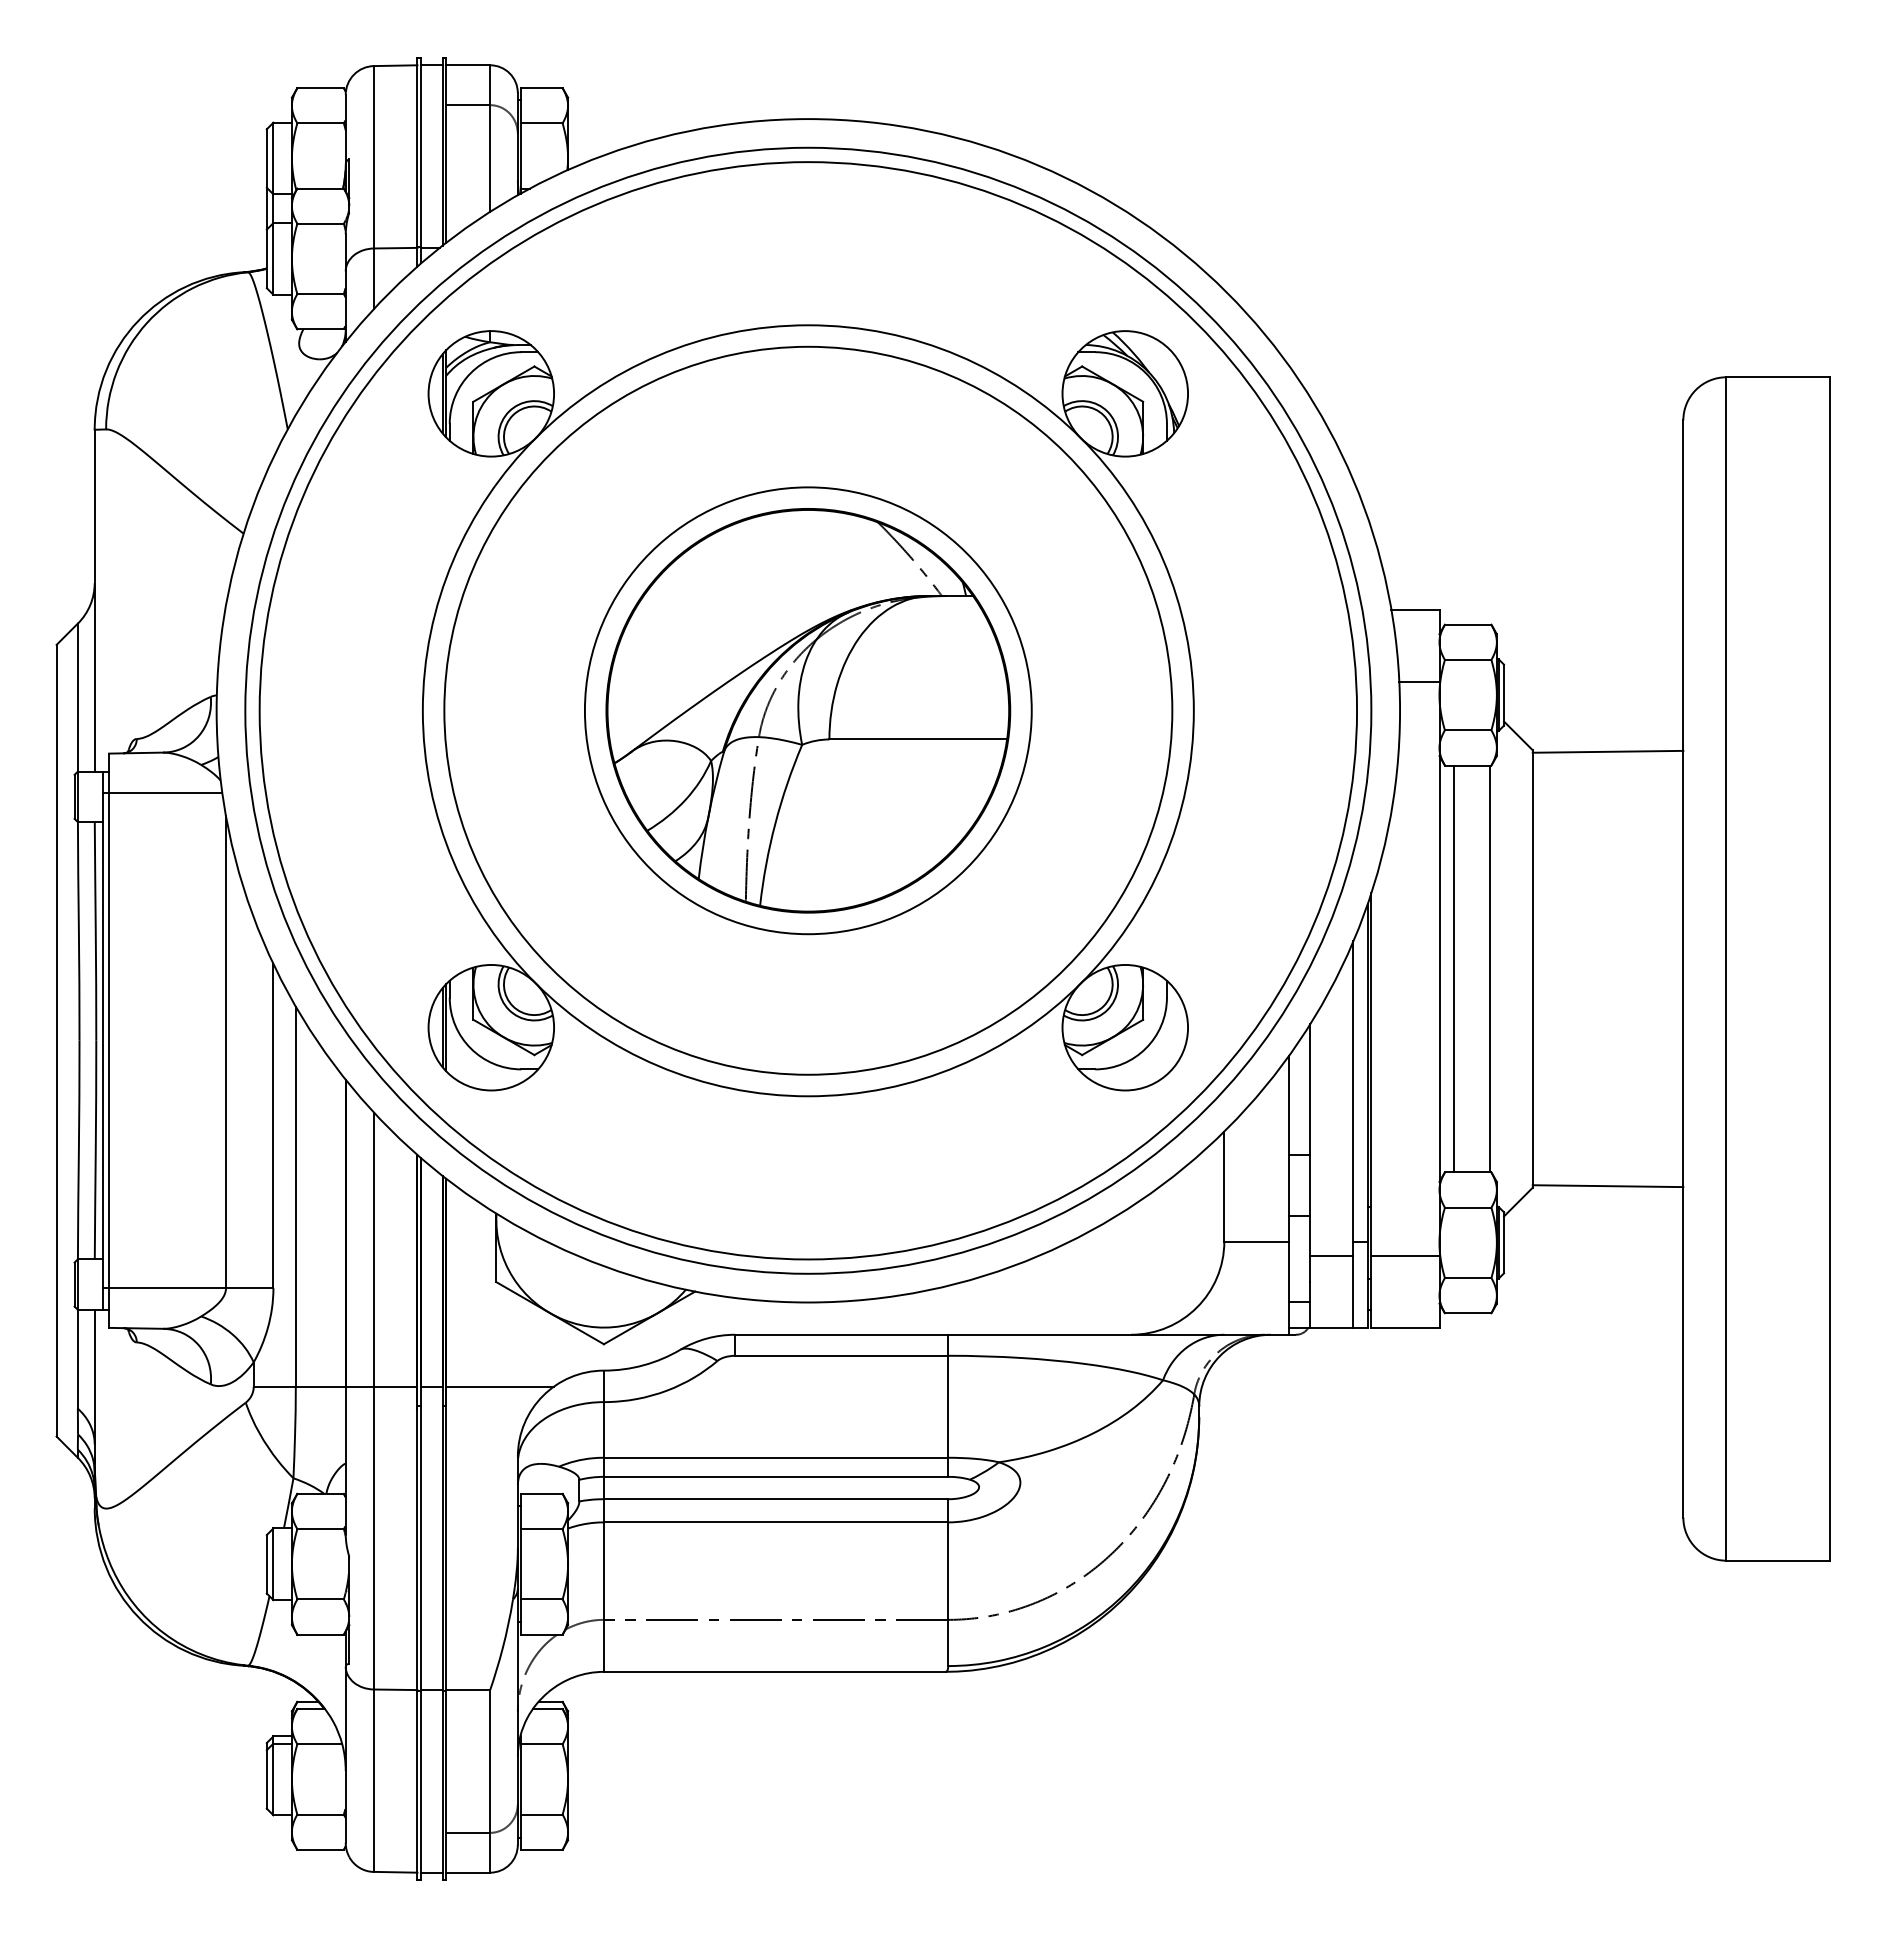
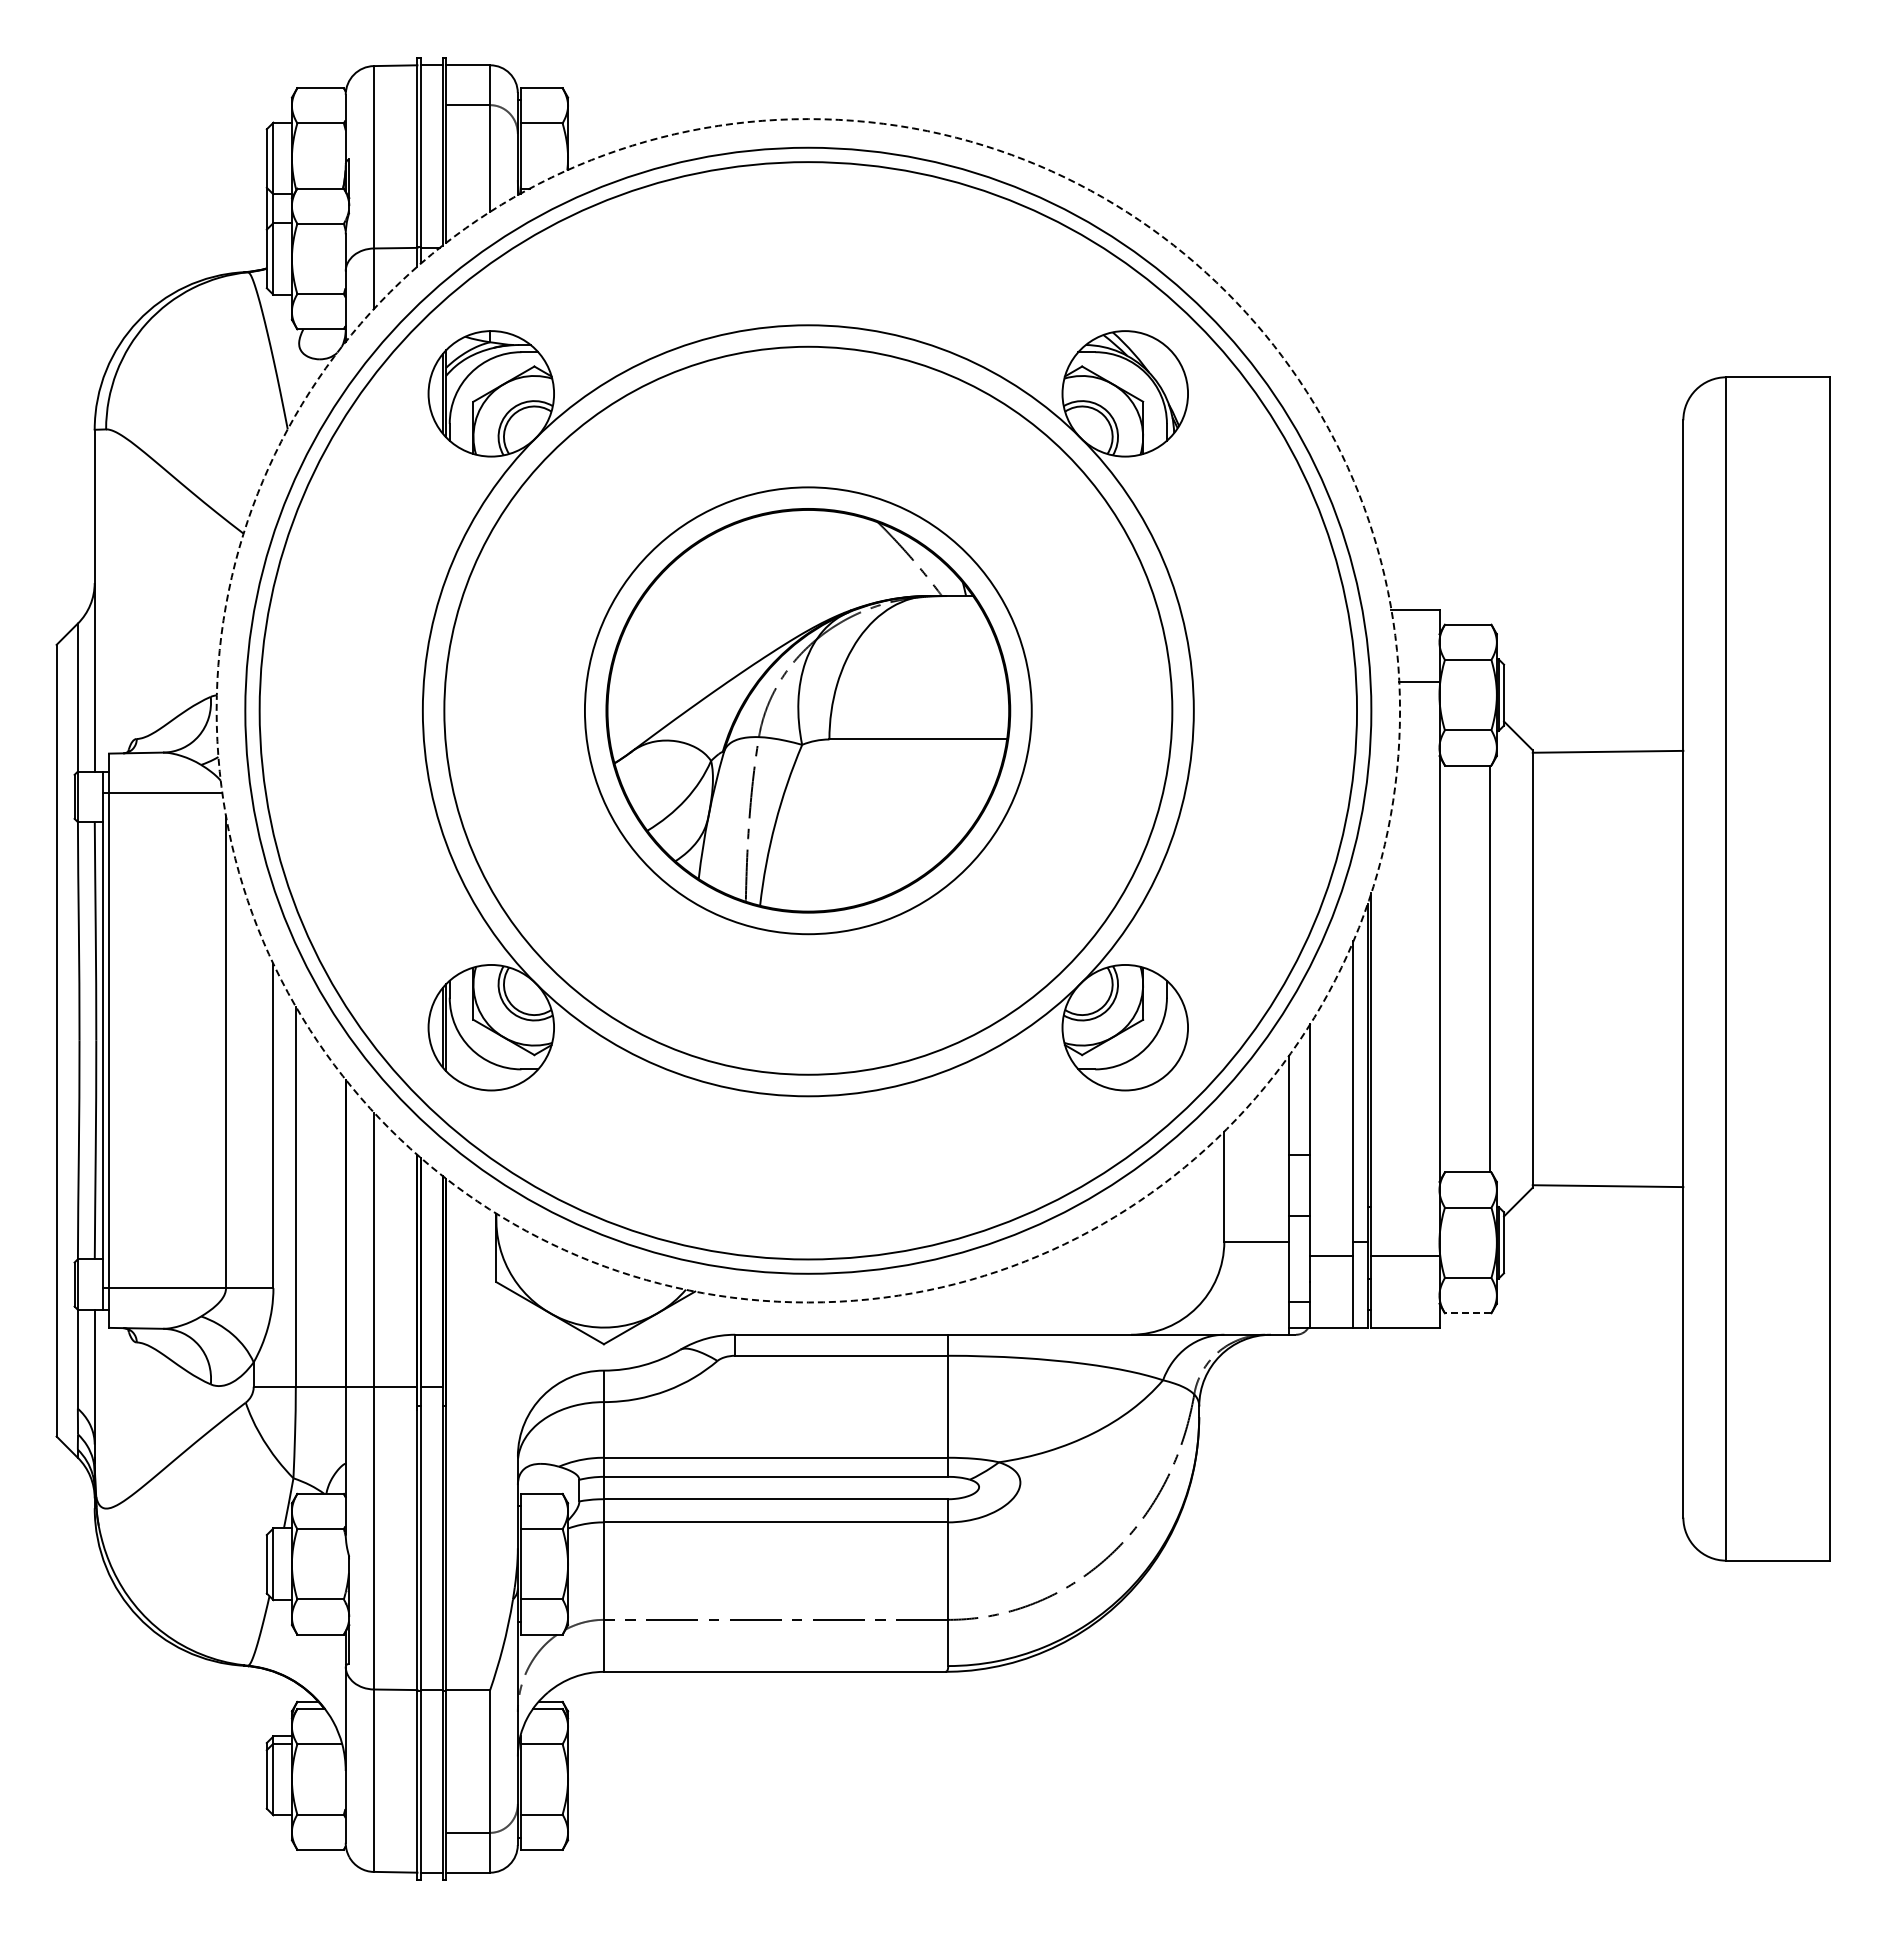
circle at (808, 710): solid -> dashed
line at (1453, 968): present -> none
line at (1467, 1313): solid -> dashed
line at (499, 1386): present -> none
